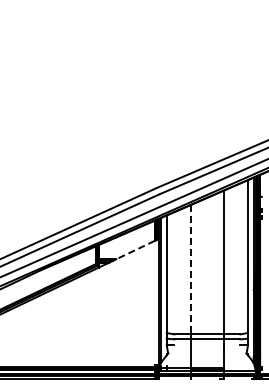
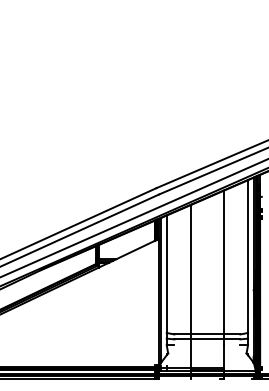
line at (135, 250): dashed -> solid
line at (191, 269): dashed -> solid
